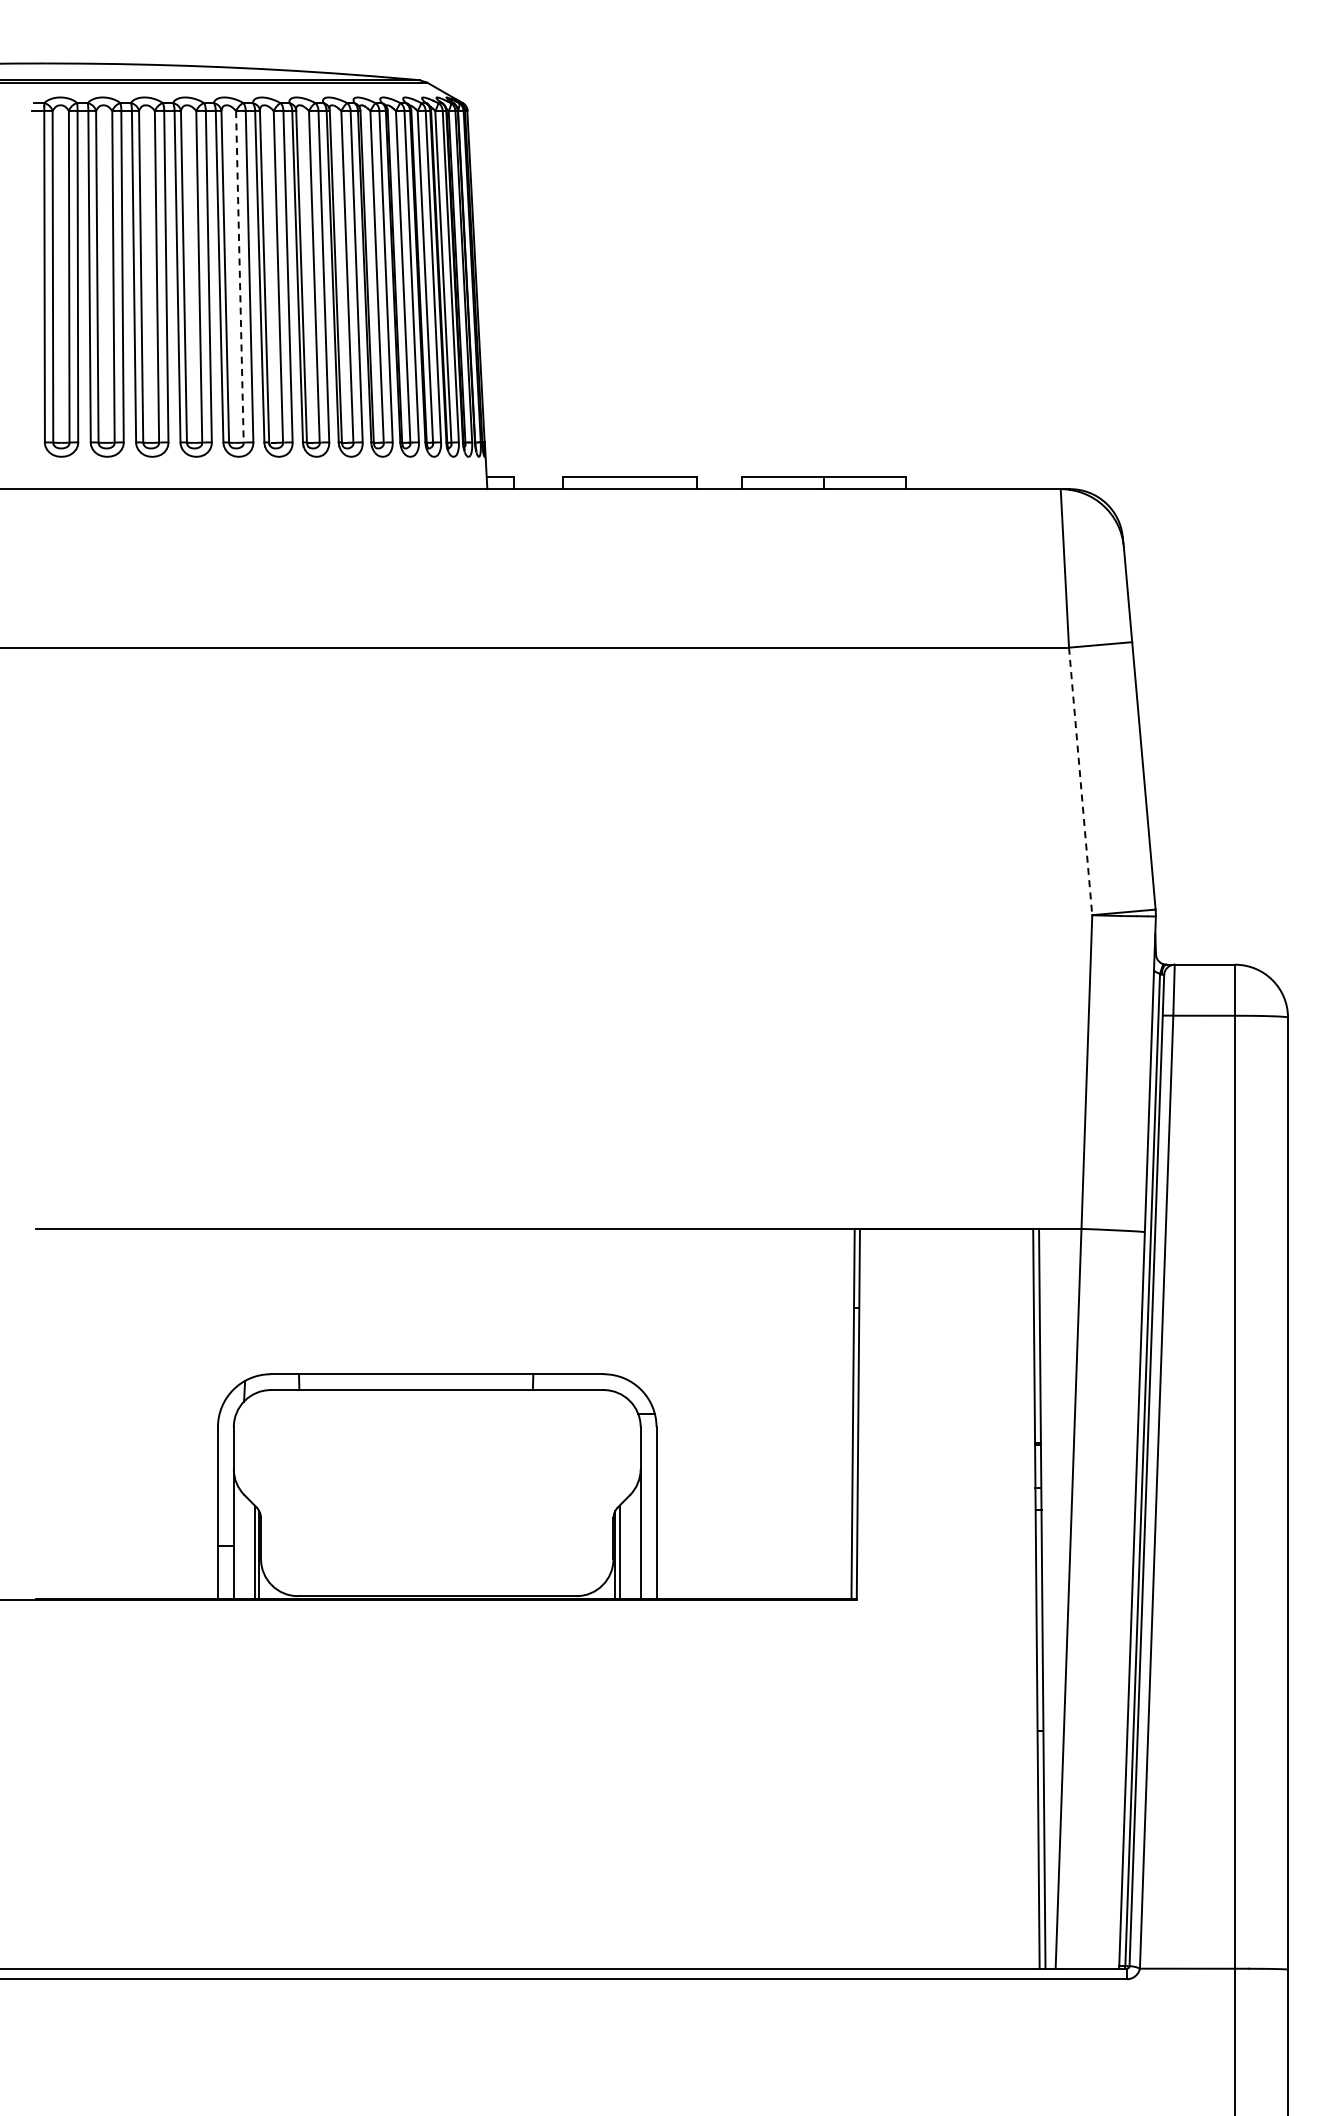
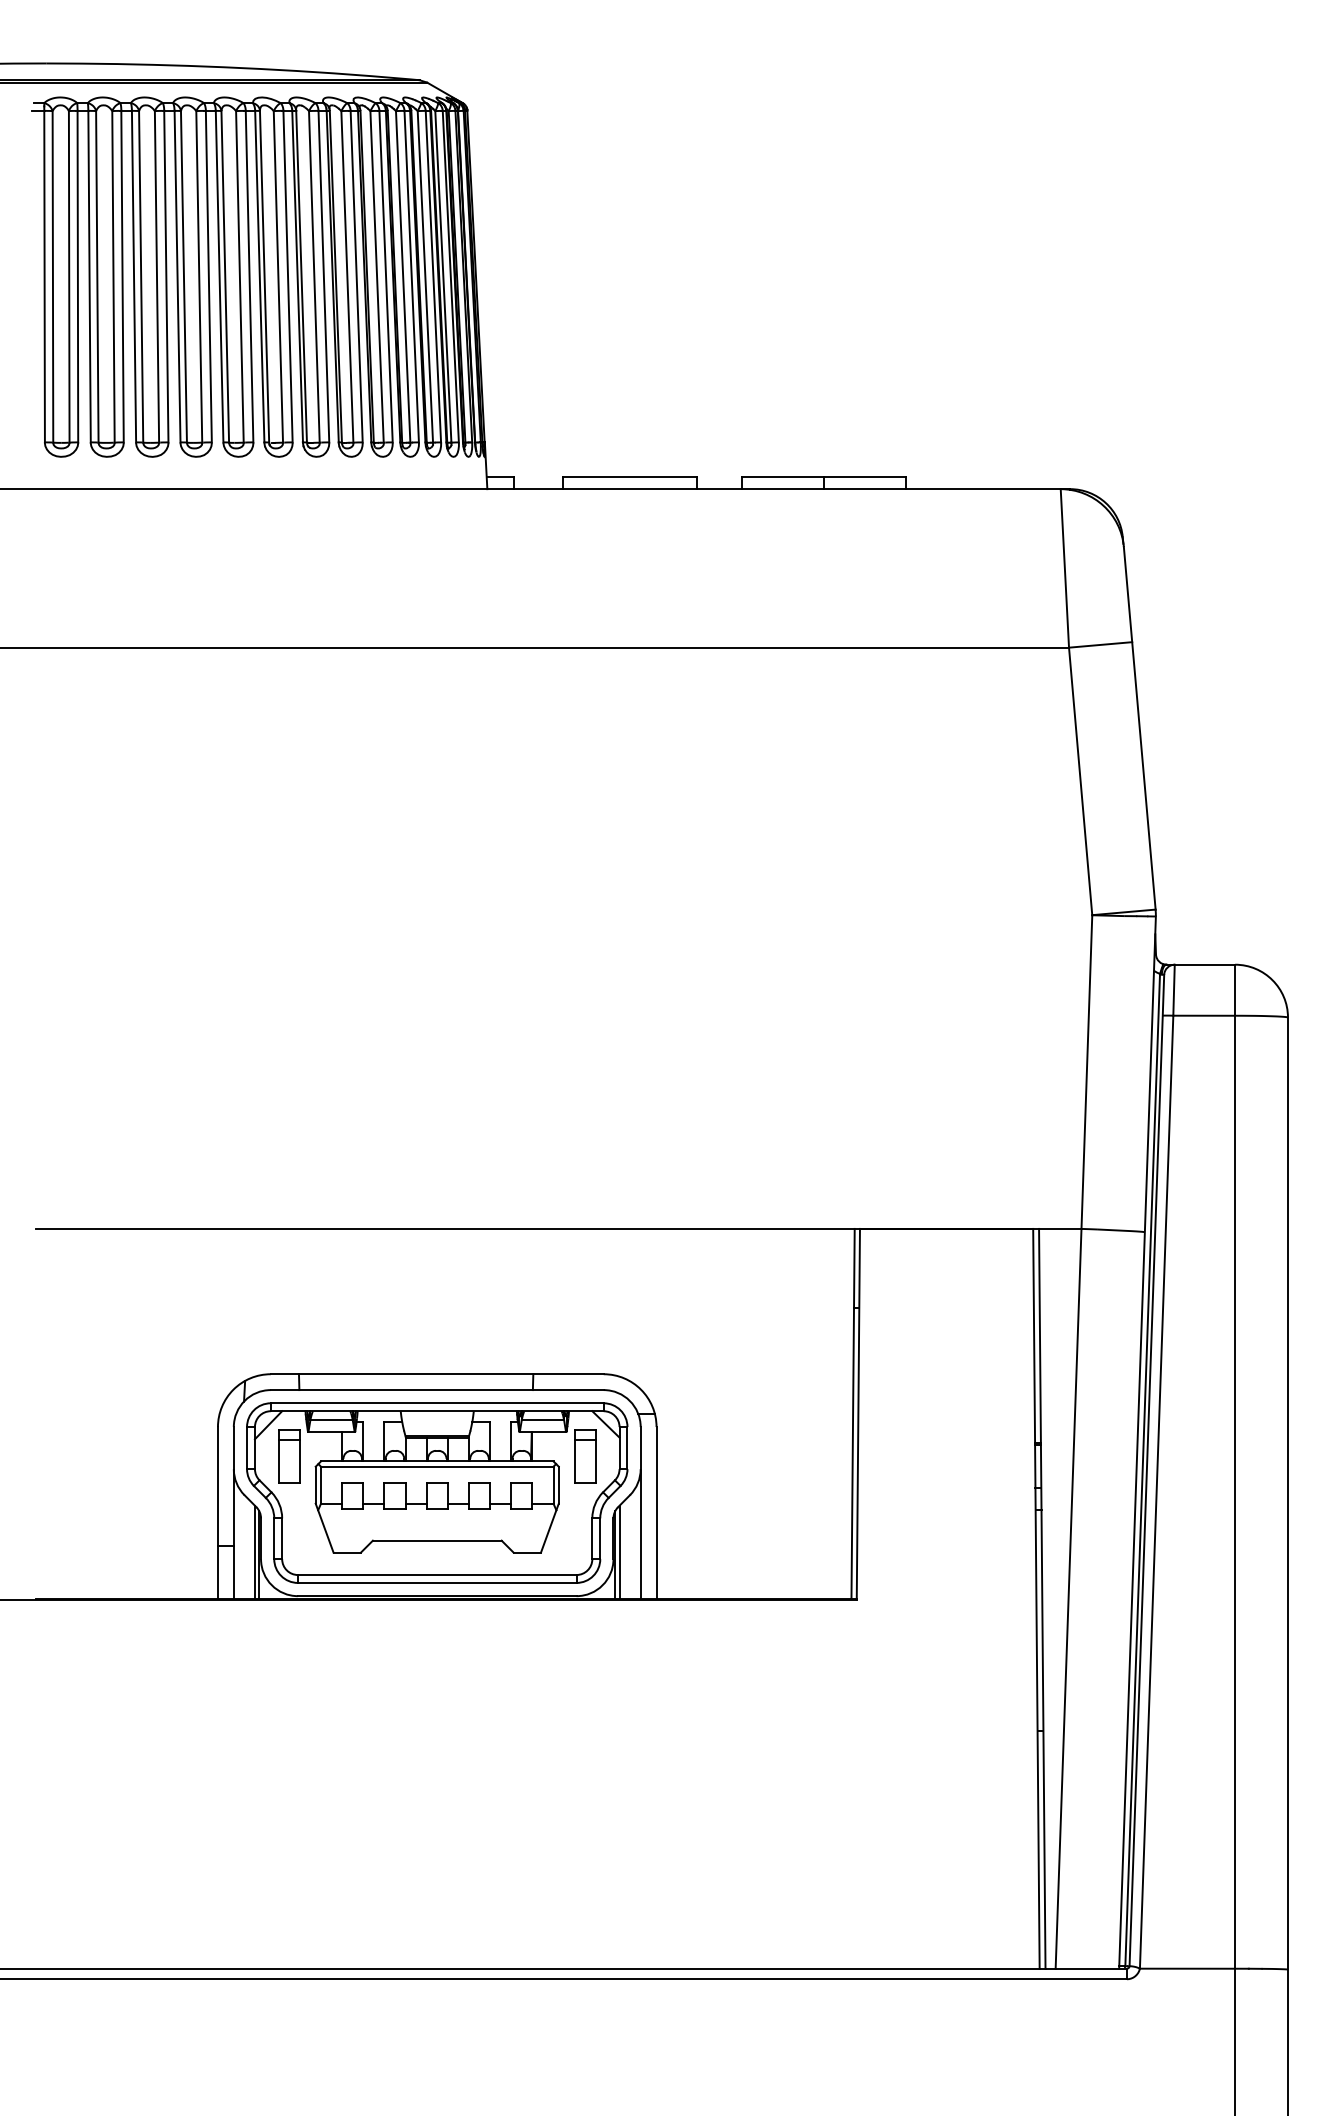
line at (239, 276): dashed -> solid
line at (1080, 781): dashed -> solid
part at (437, 1492): none -> present
